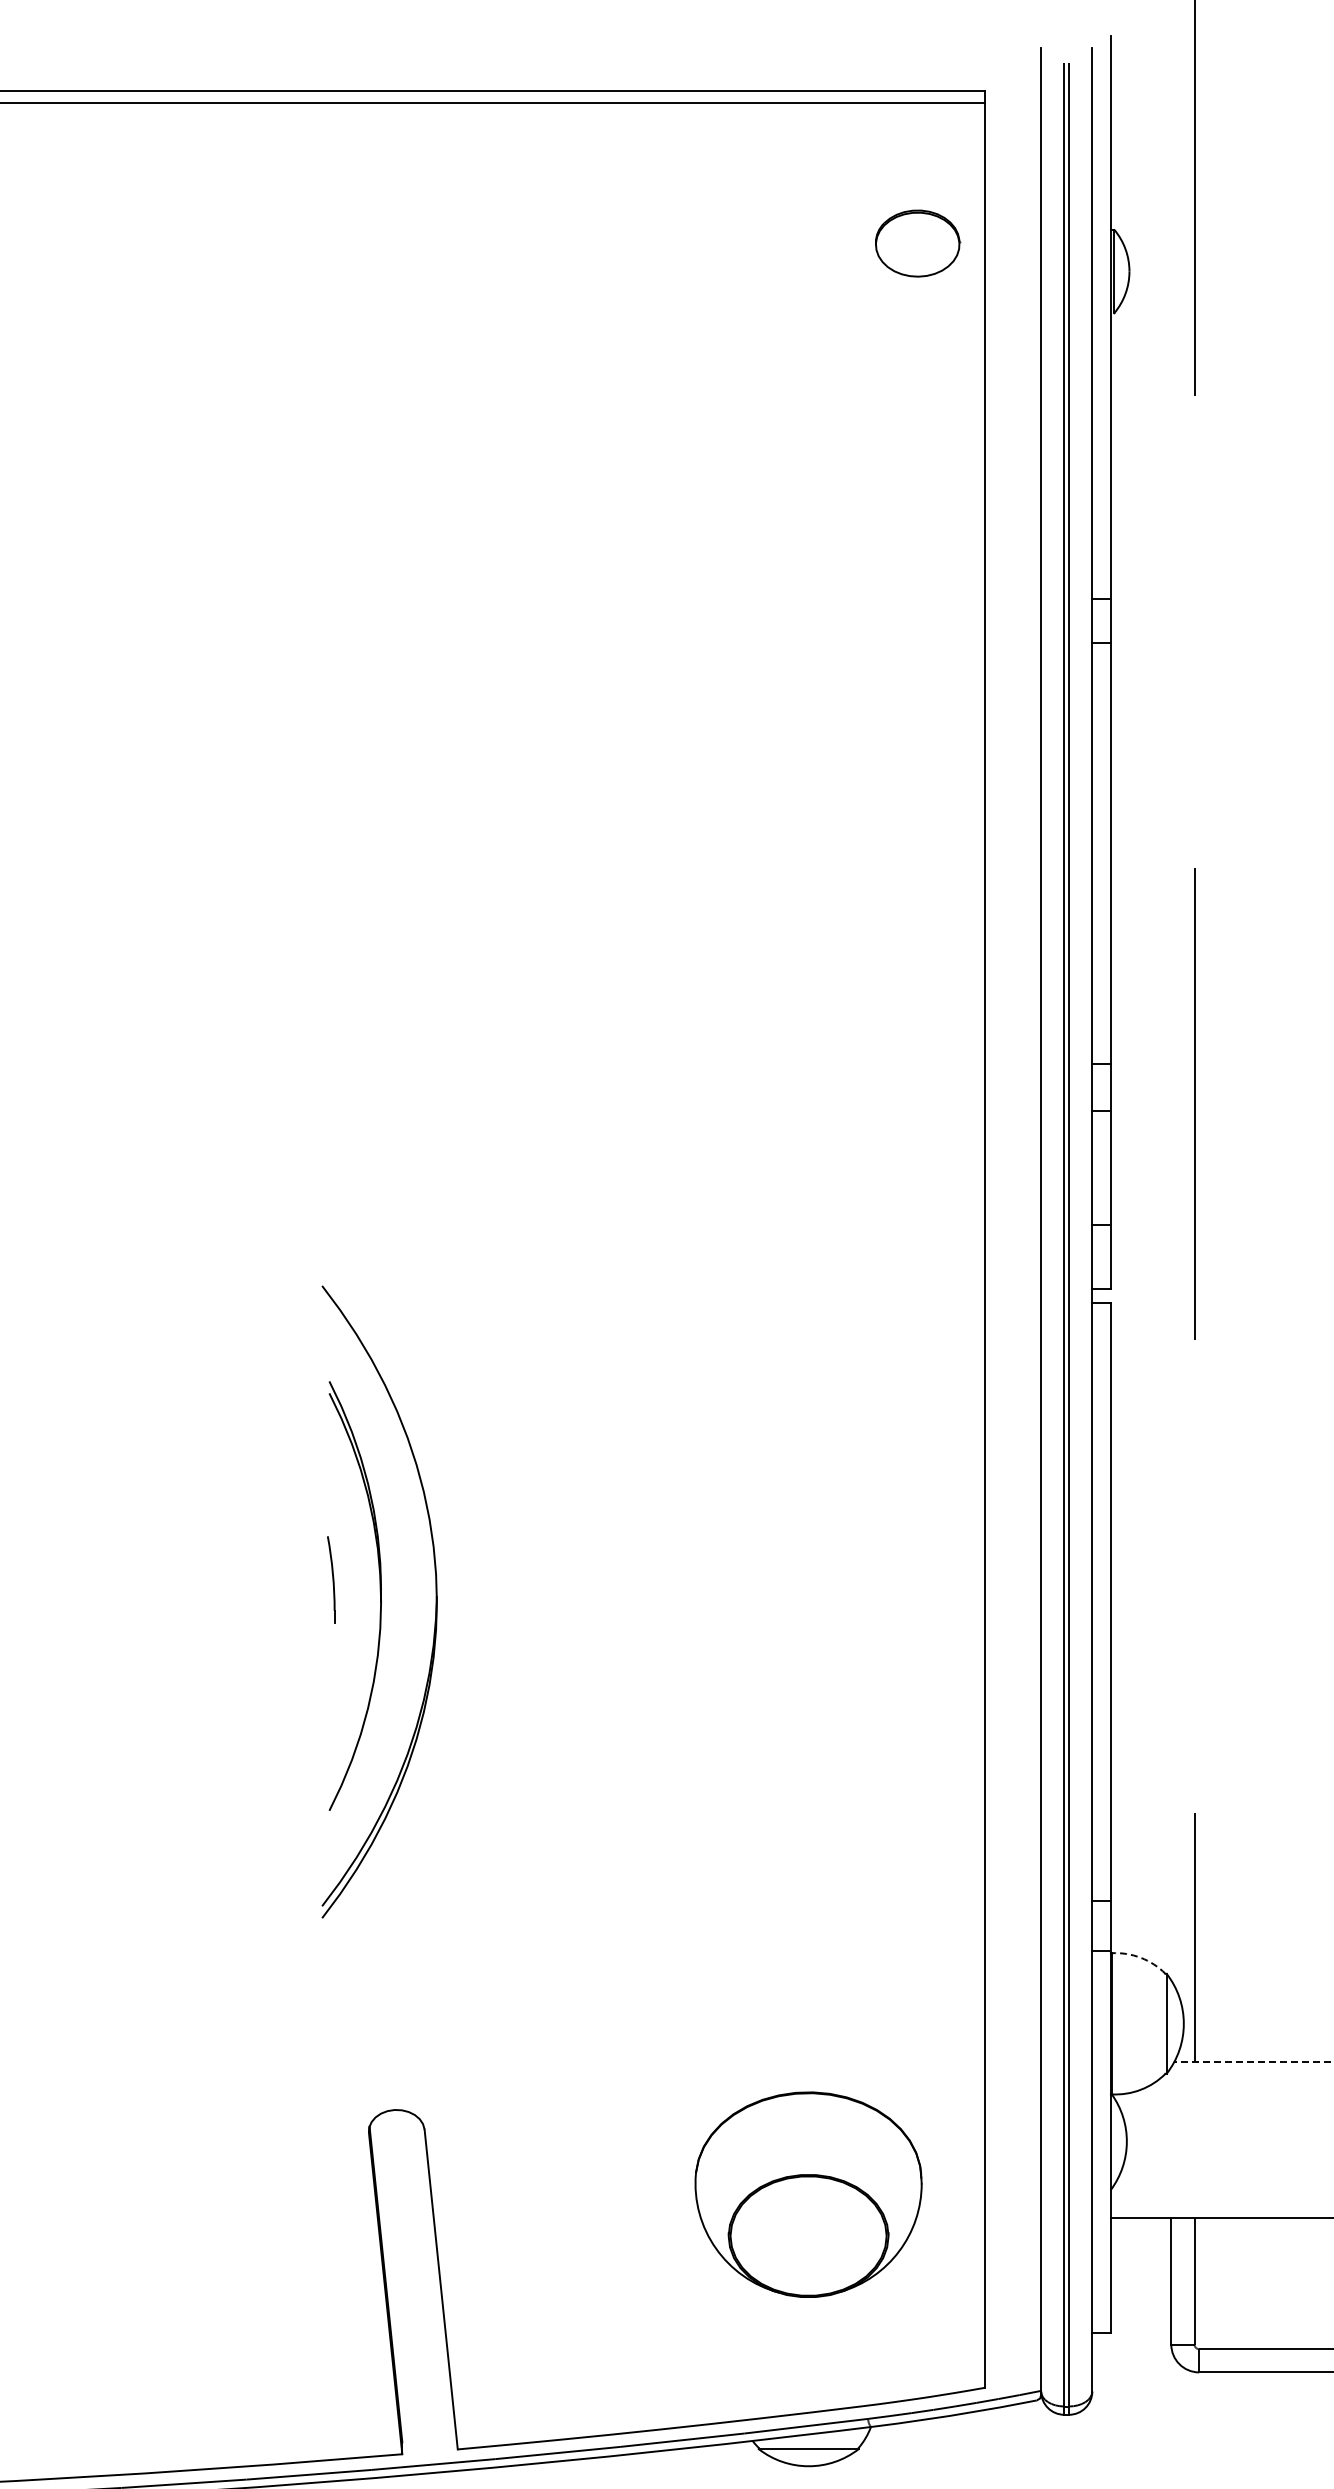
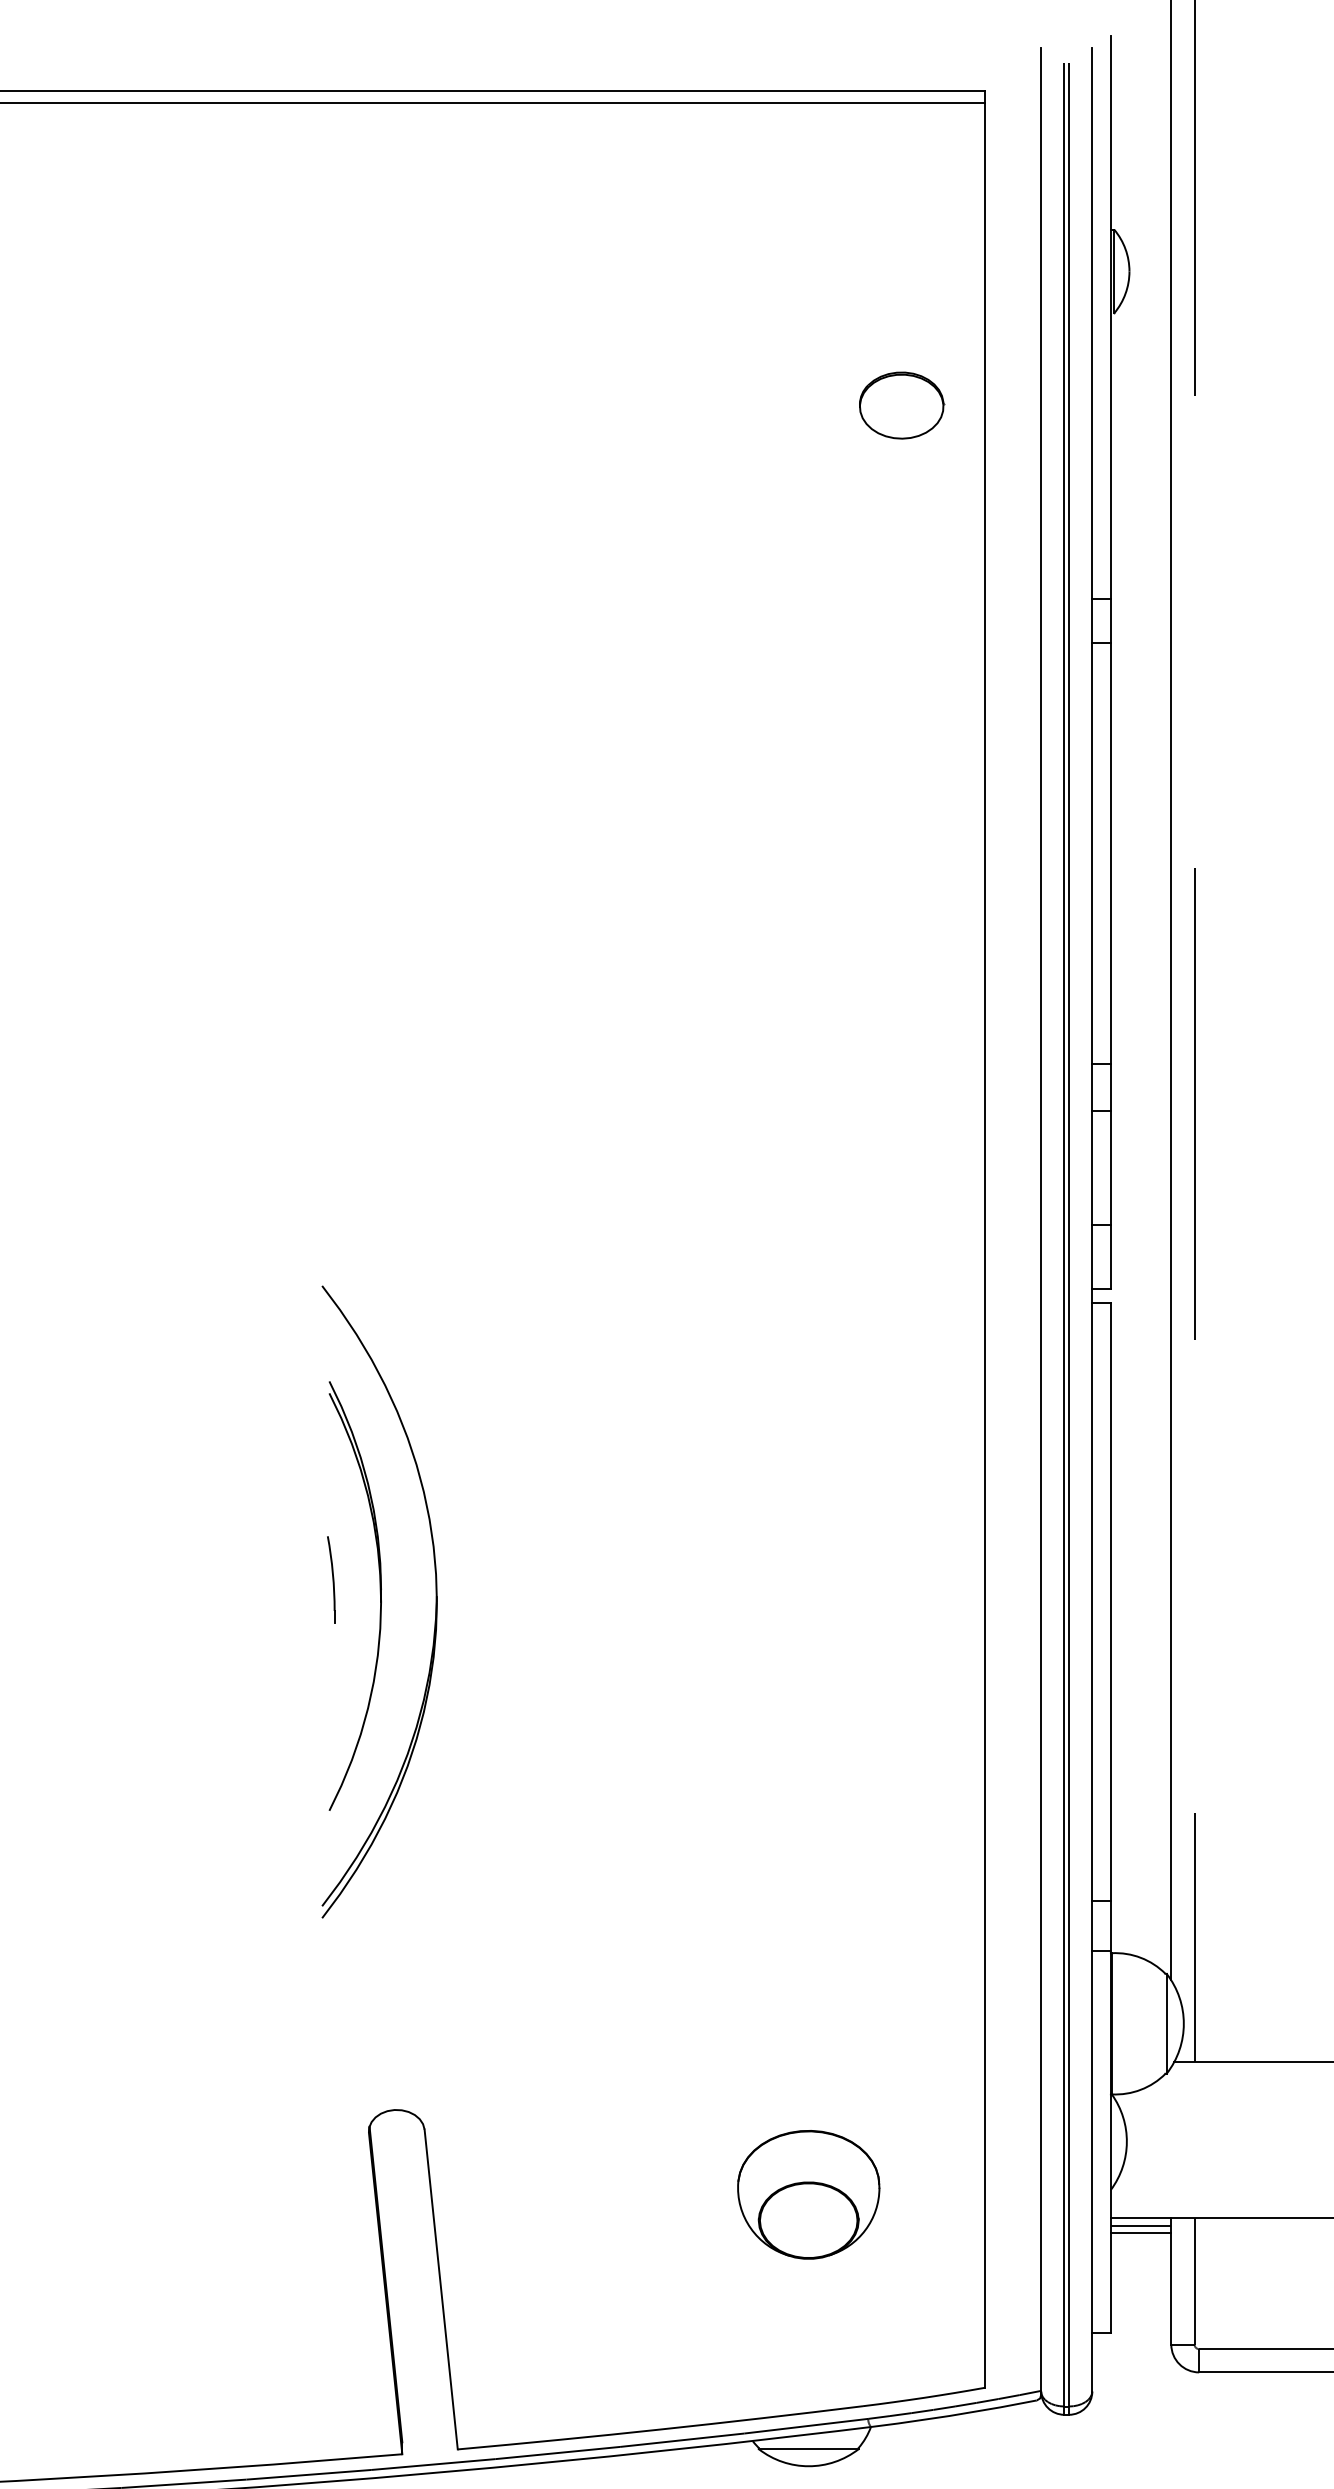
part at (918, 243) position: (918, 243) -> (902, 405)
line at (1171, 991): none -> present
arc at (1140, 1957): dashed -> solid
line at (1253, 2062): dashed -> solid
part at (808, 2194) size: 229x207 px -> 144x130 px
line at (1140, 2226): none -> present
line at (1140, 2232): none -> present
